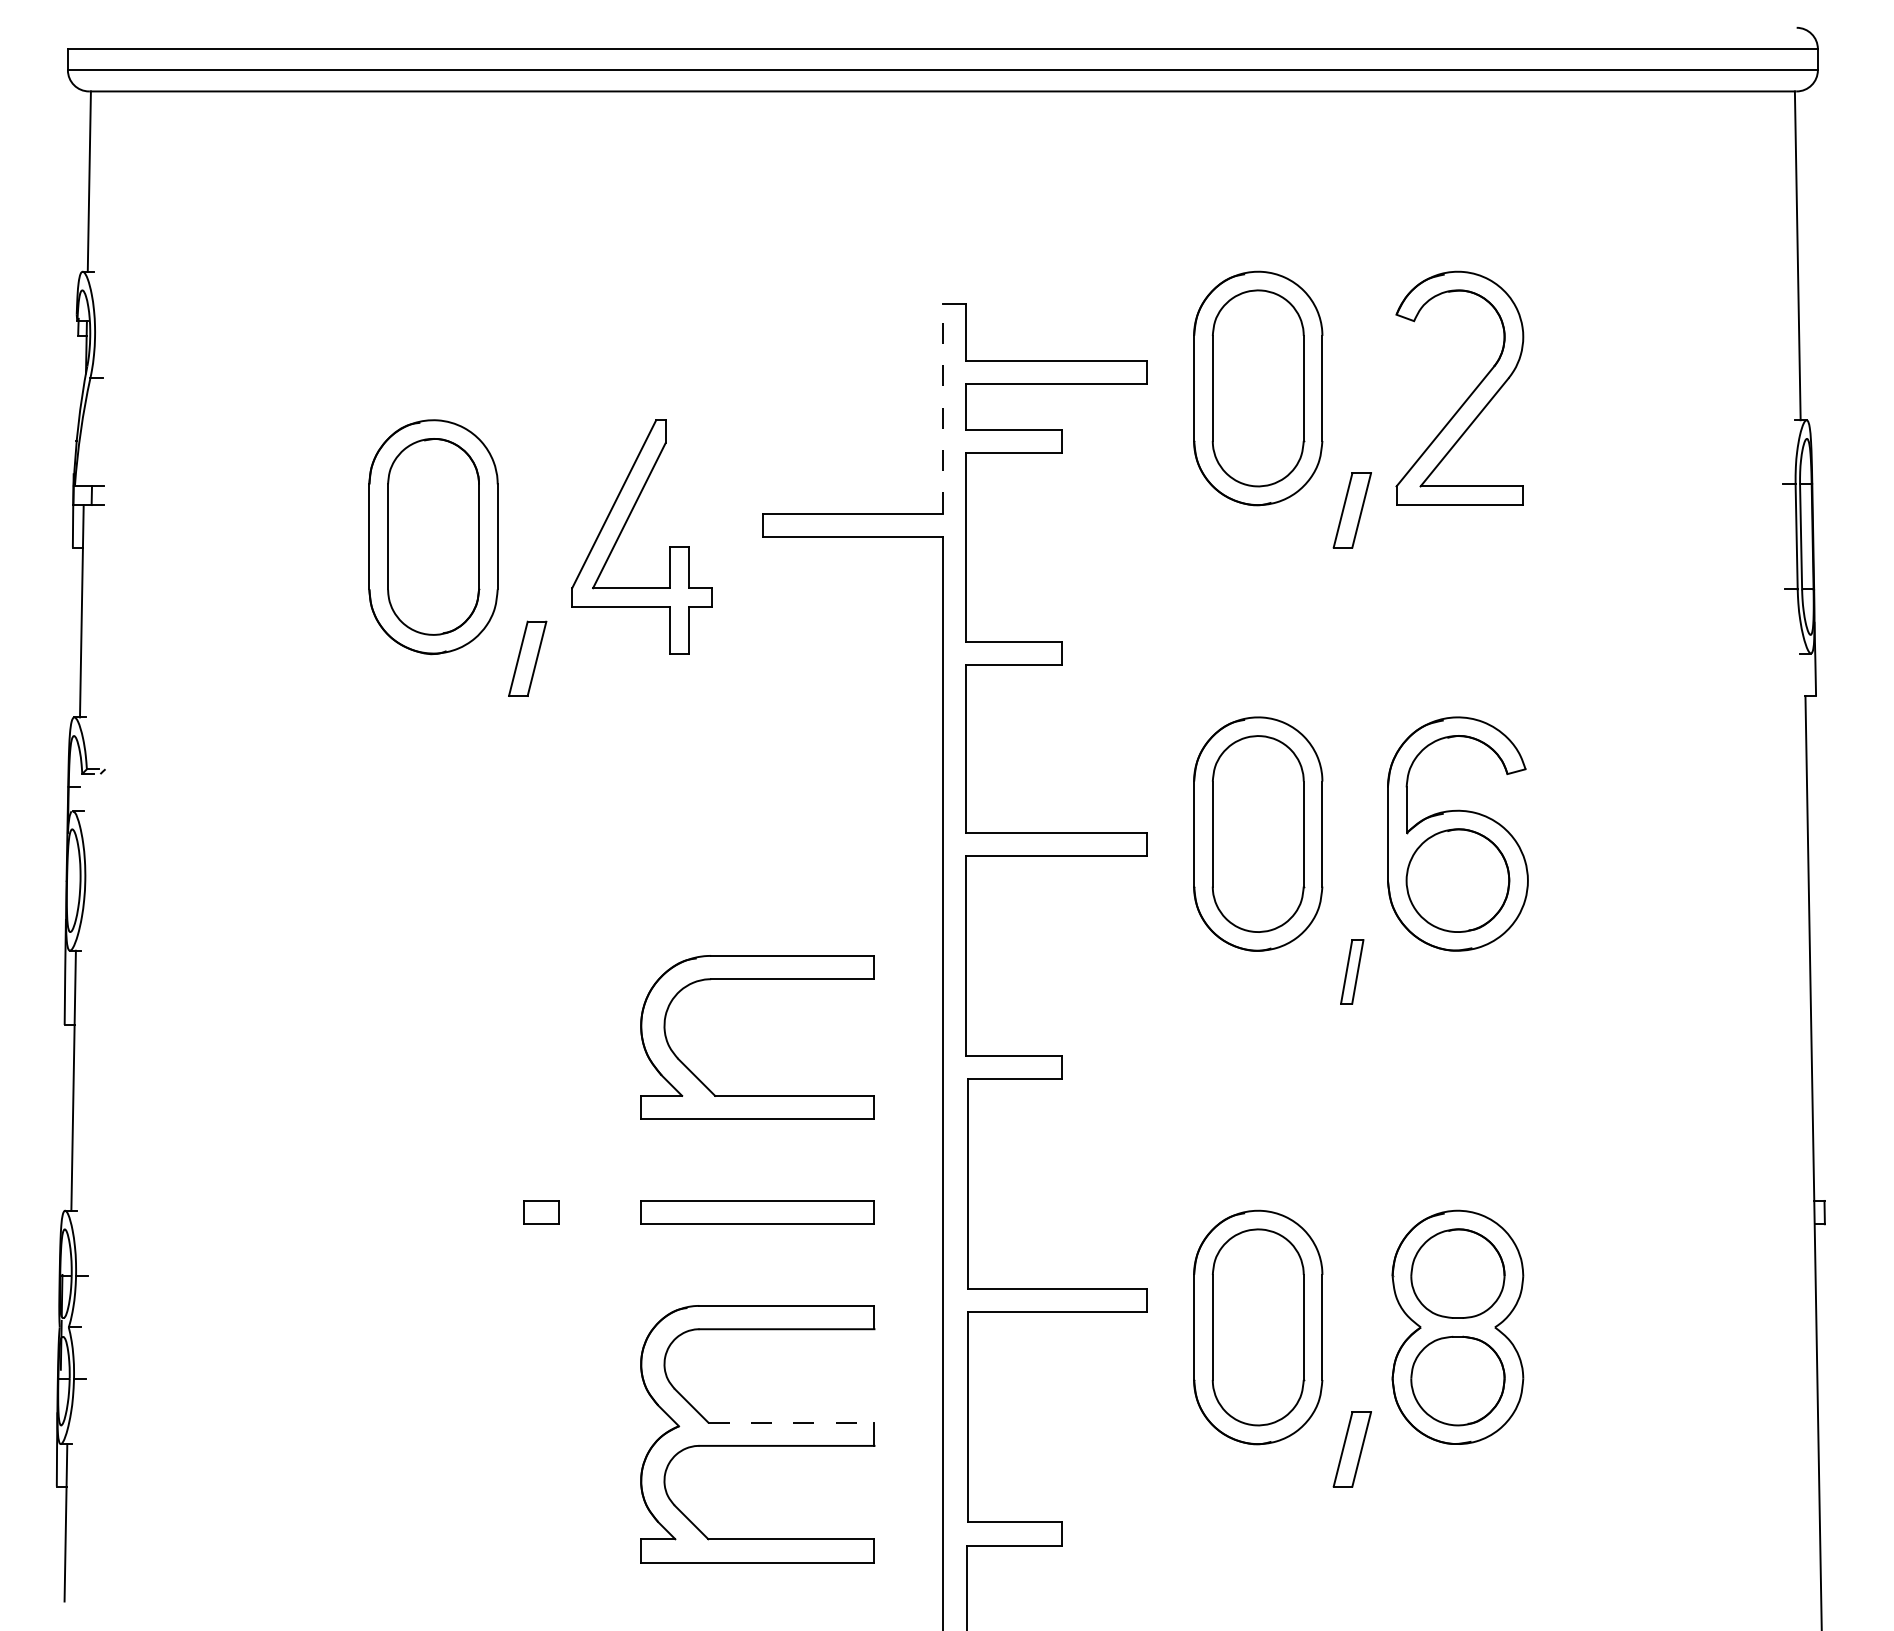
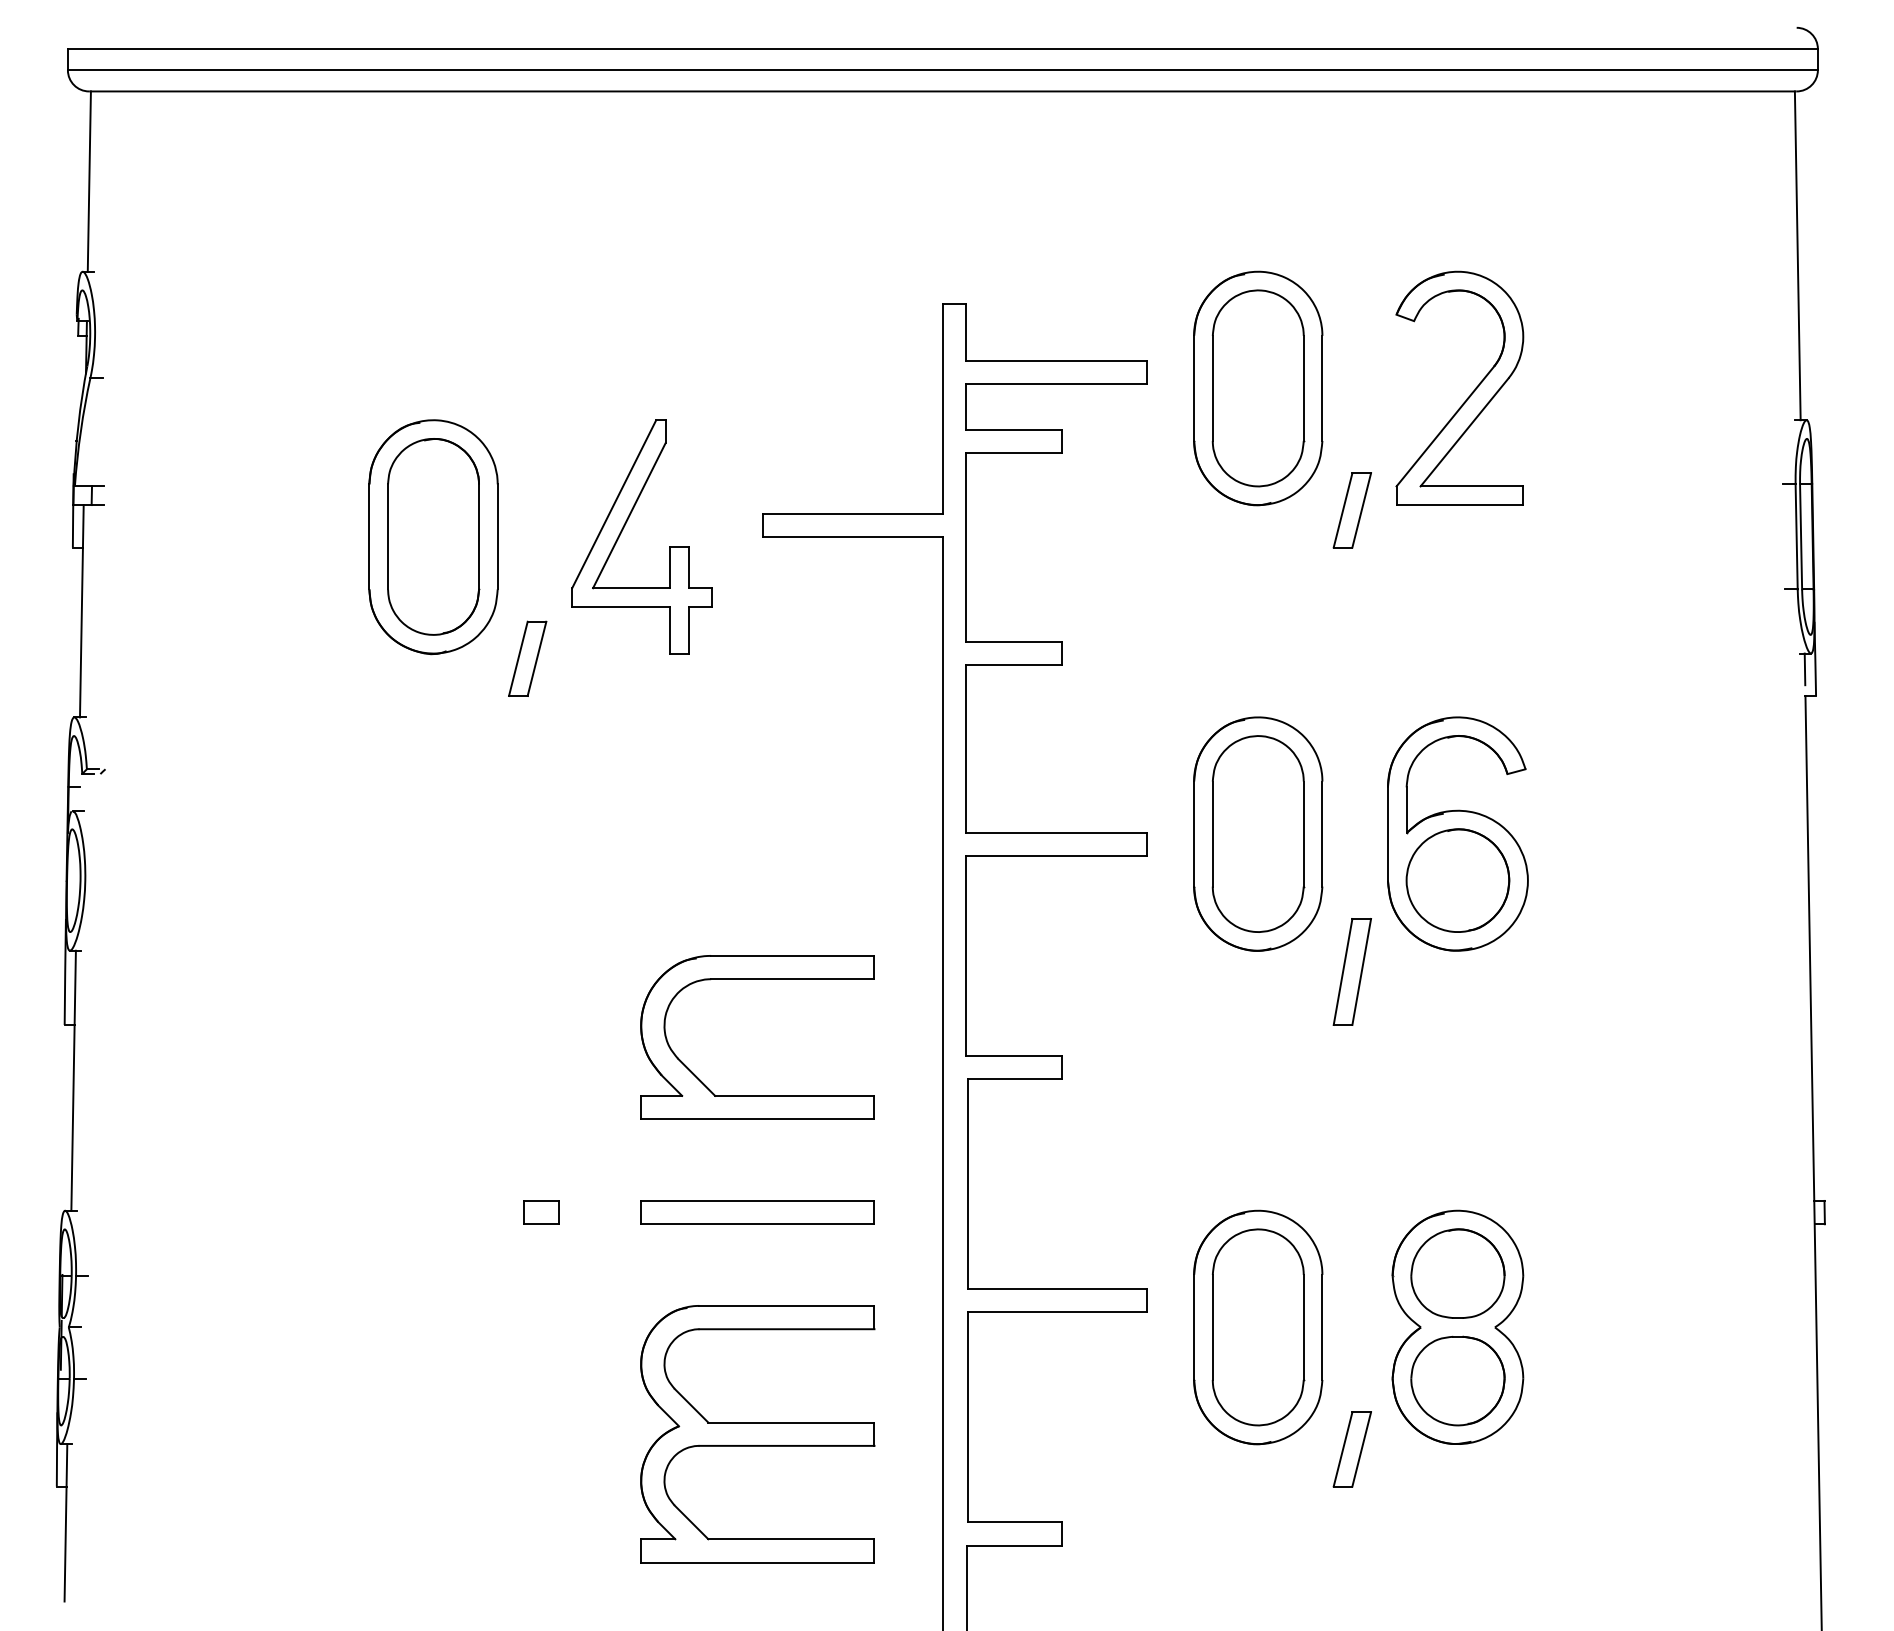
line at (942, 408): dashed -> solid
line at (1804, 669): none -> present
part at (1352, 971) size: 25x66 px -> 40x108 px
line at (791, 1422): dashed -> solid
